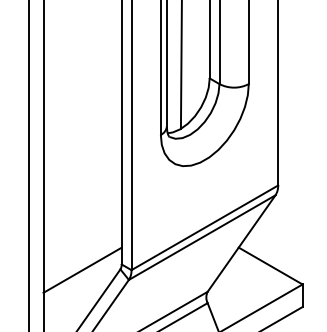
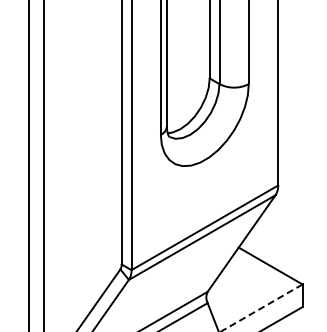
line at (180, 65): present -> none
line at (82, 269): present -> none
line at (261, 308): solid -> dashed
